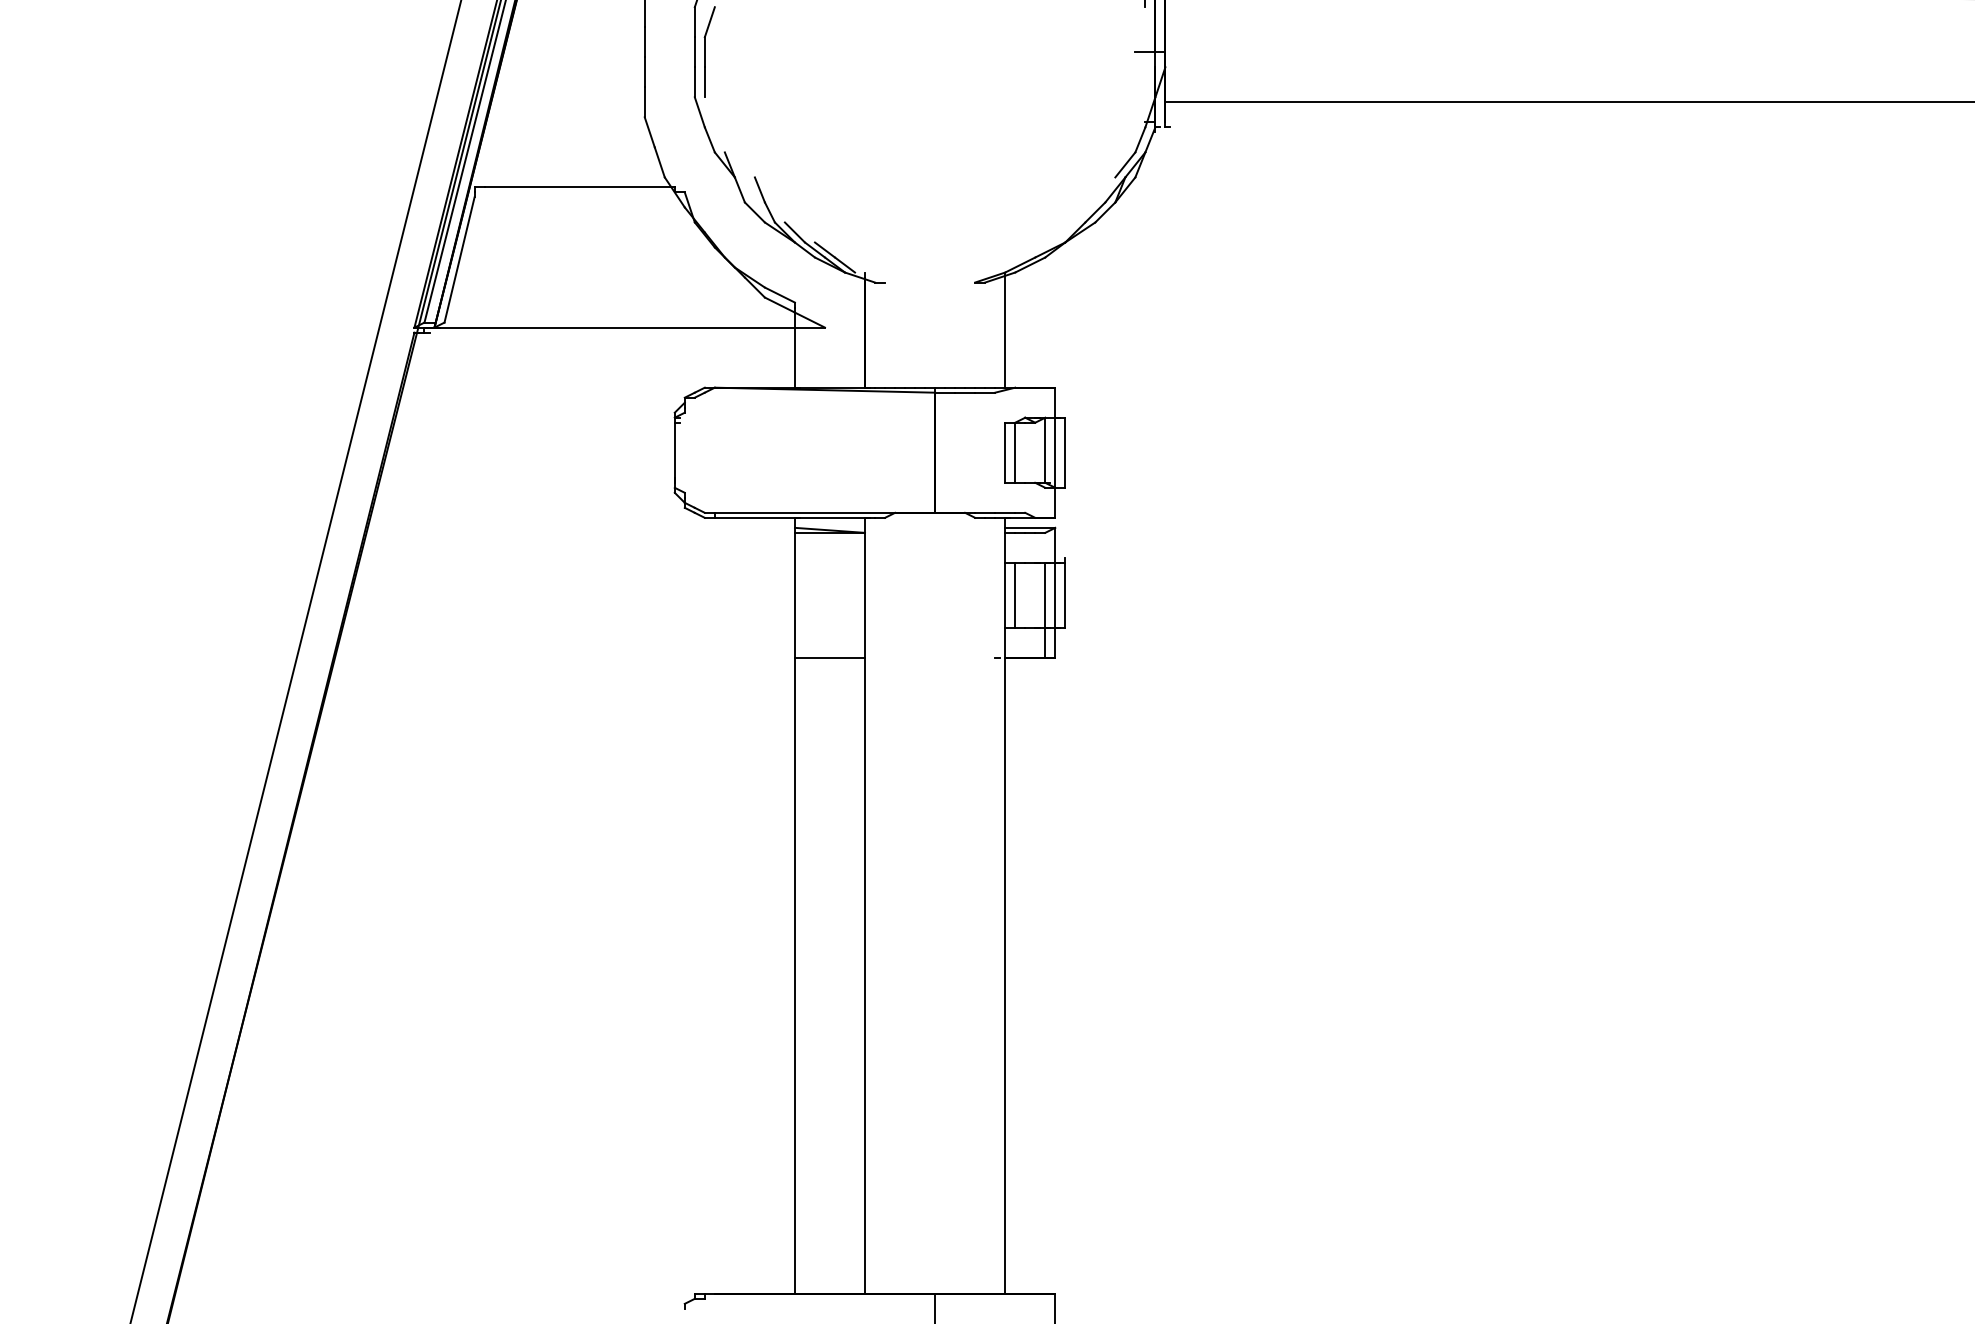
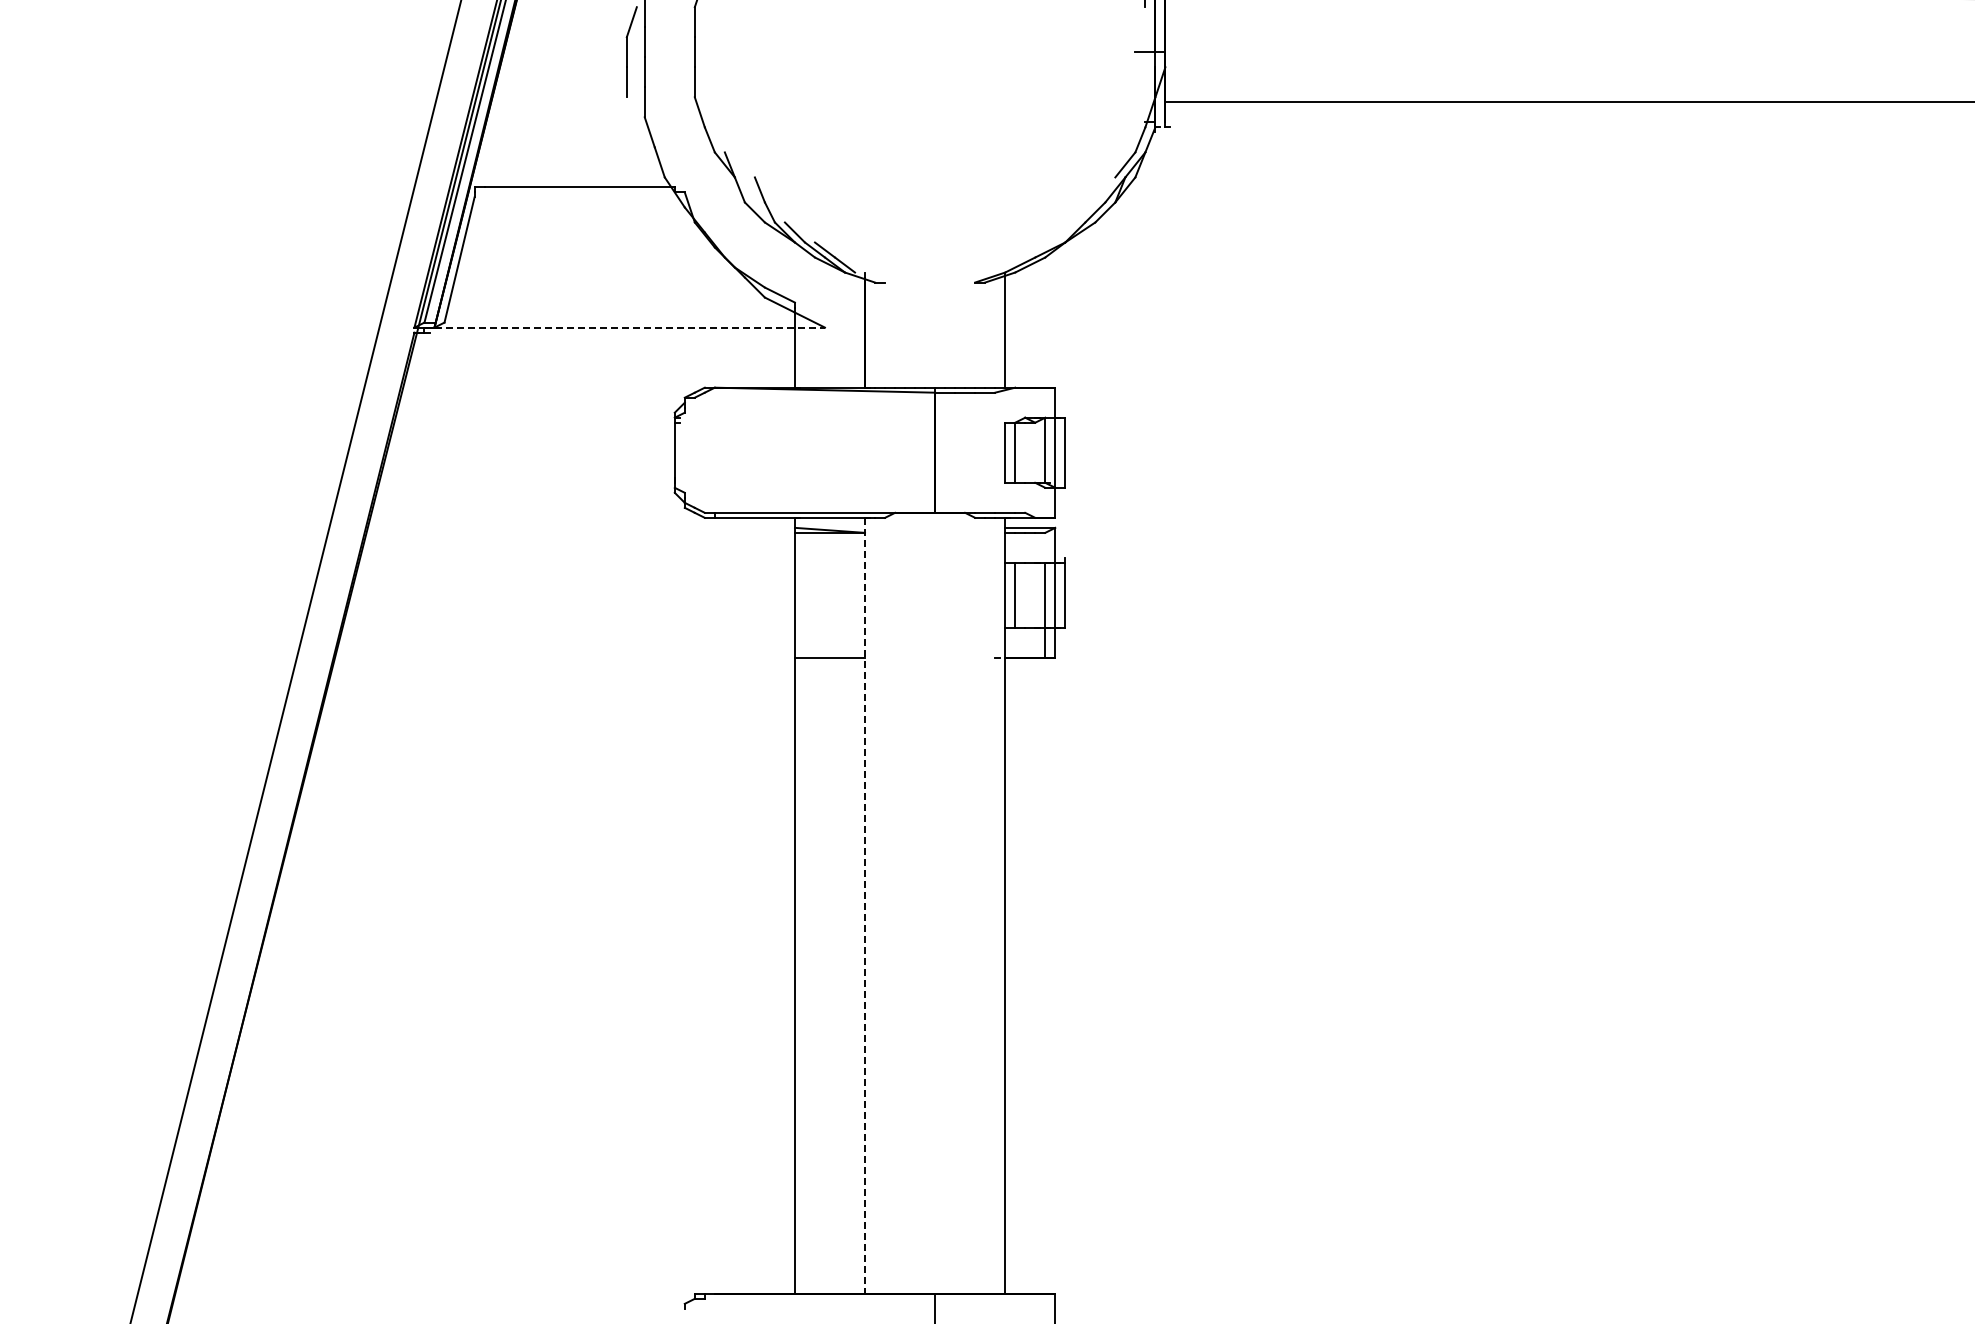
part at (709, 51) position: (709, 51) -> (631, 51)
line at (630, 327): solid -> dashed
line at (865, 905): solid -> dashed
